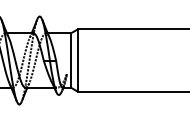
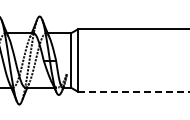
line at (133, 91): solid -> dashed
